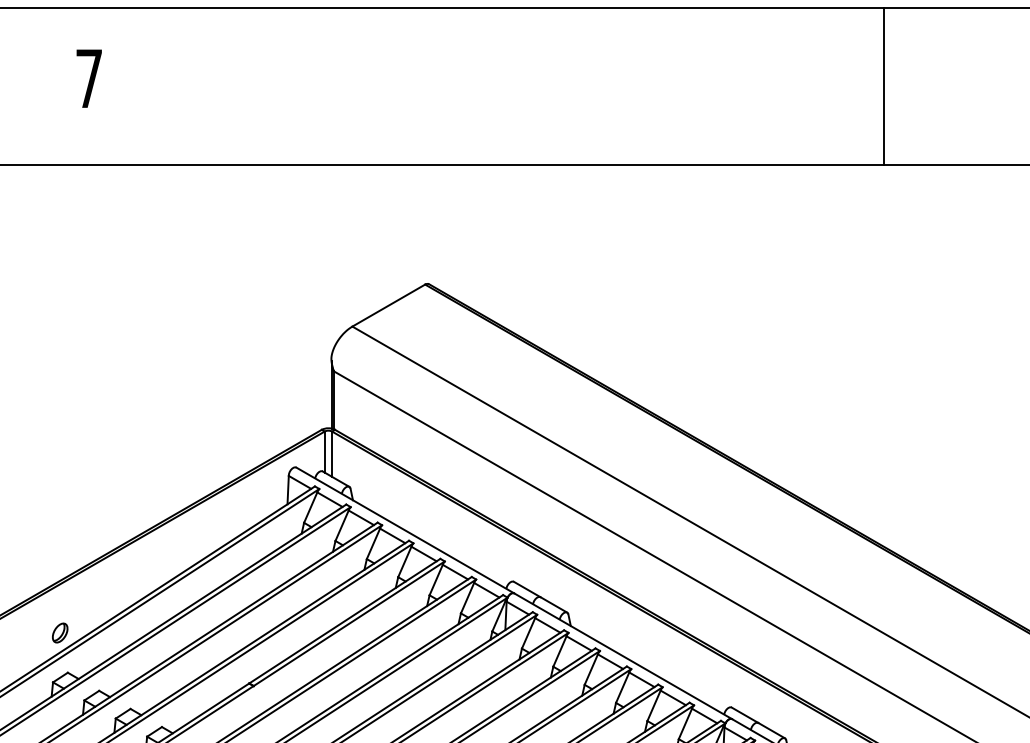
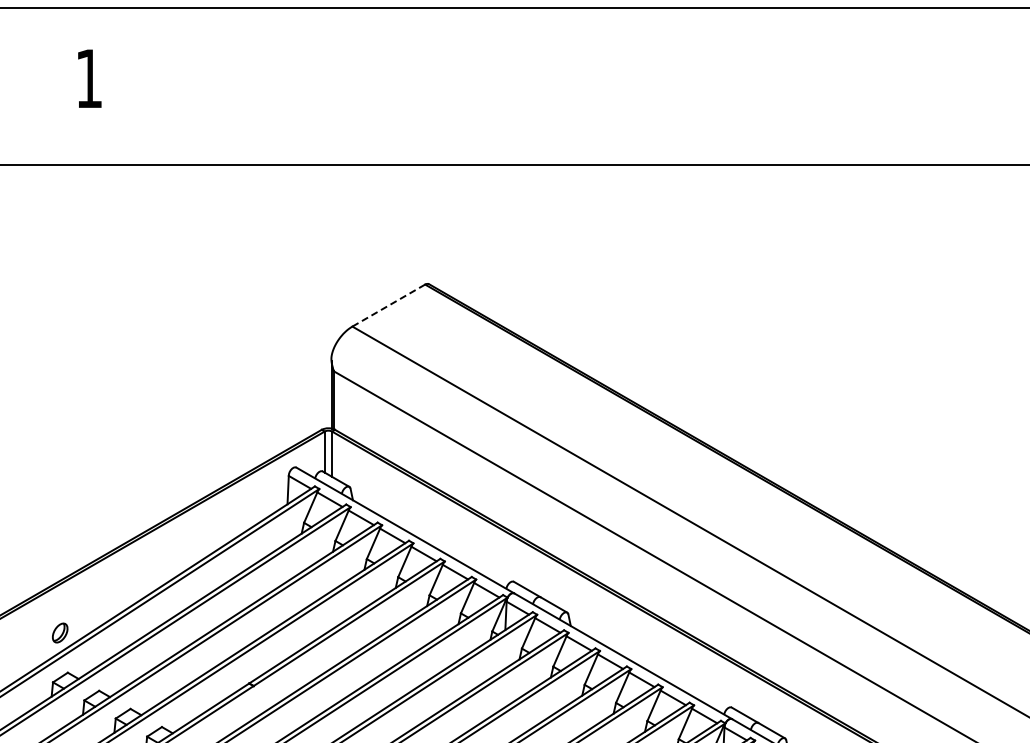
text at (88, 78): 7 -> 1
line at (884, 85): present -> none
line at (389, 305): solid -> dashed
